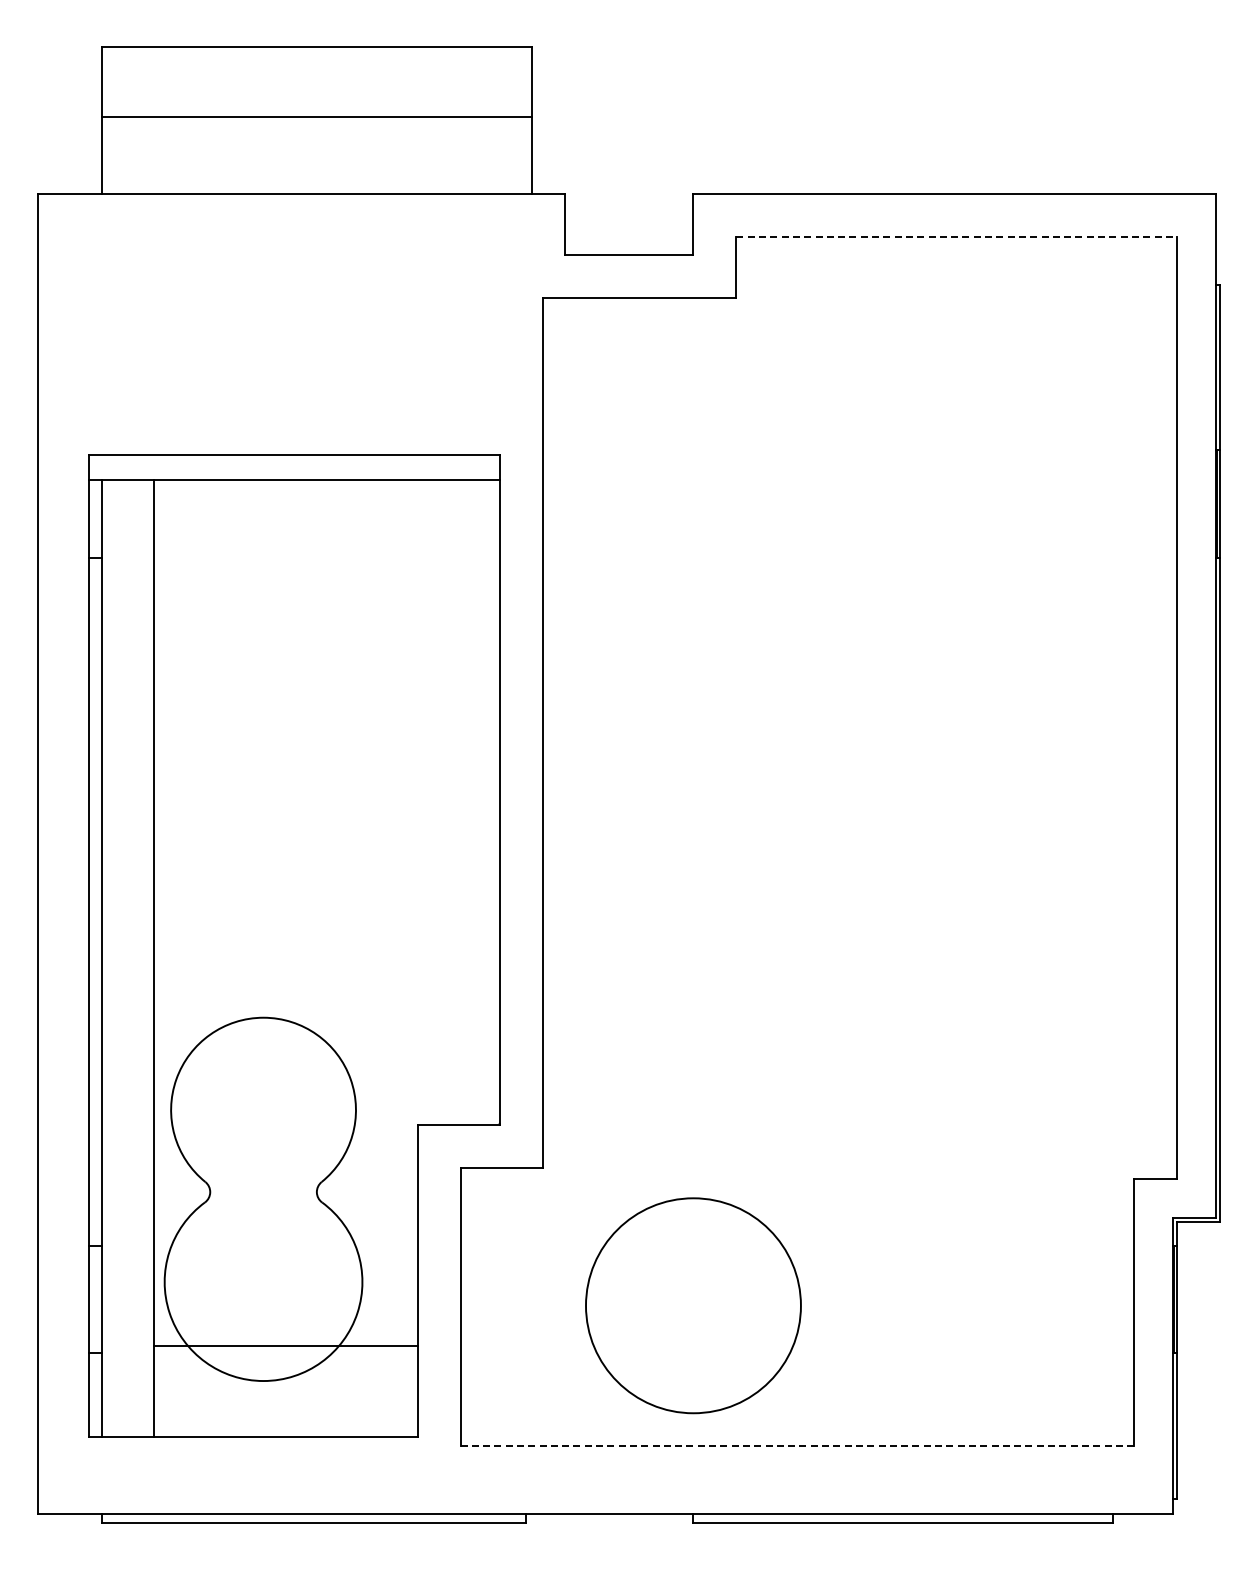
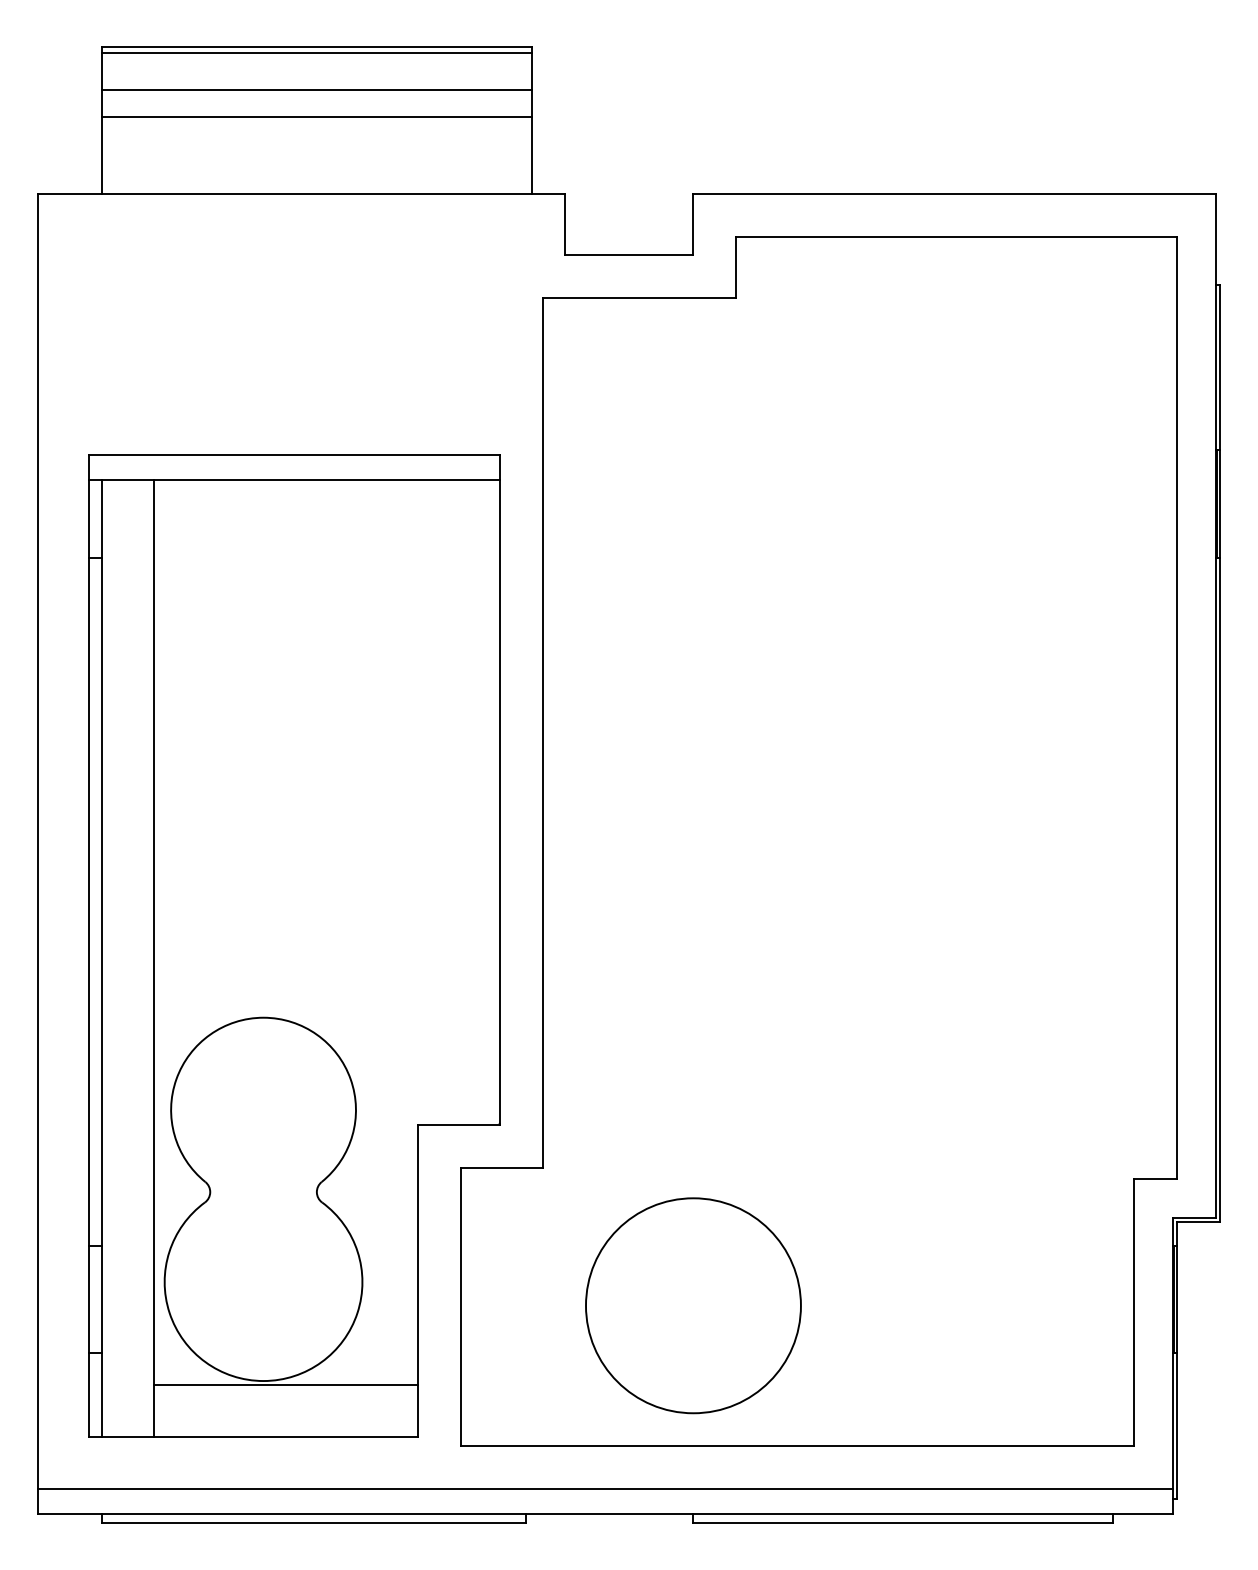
line at (317, 52): none -> present
line at (317, 90): none -> present
line at (957, 237): dashed -> solid
line at (285, 1346) position: (285, 1346) -> (285, 1385)
line at (797, 1445): dashed -> solid
line at (604, 1488): none -> present
